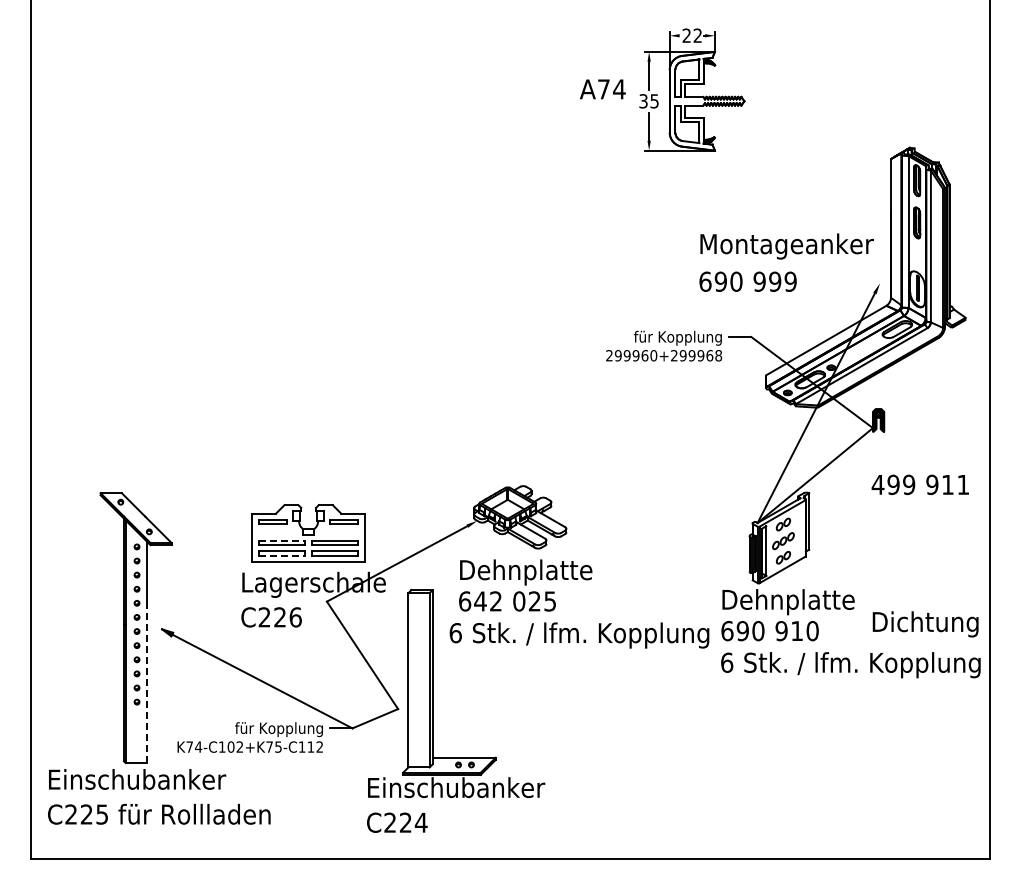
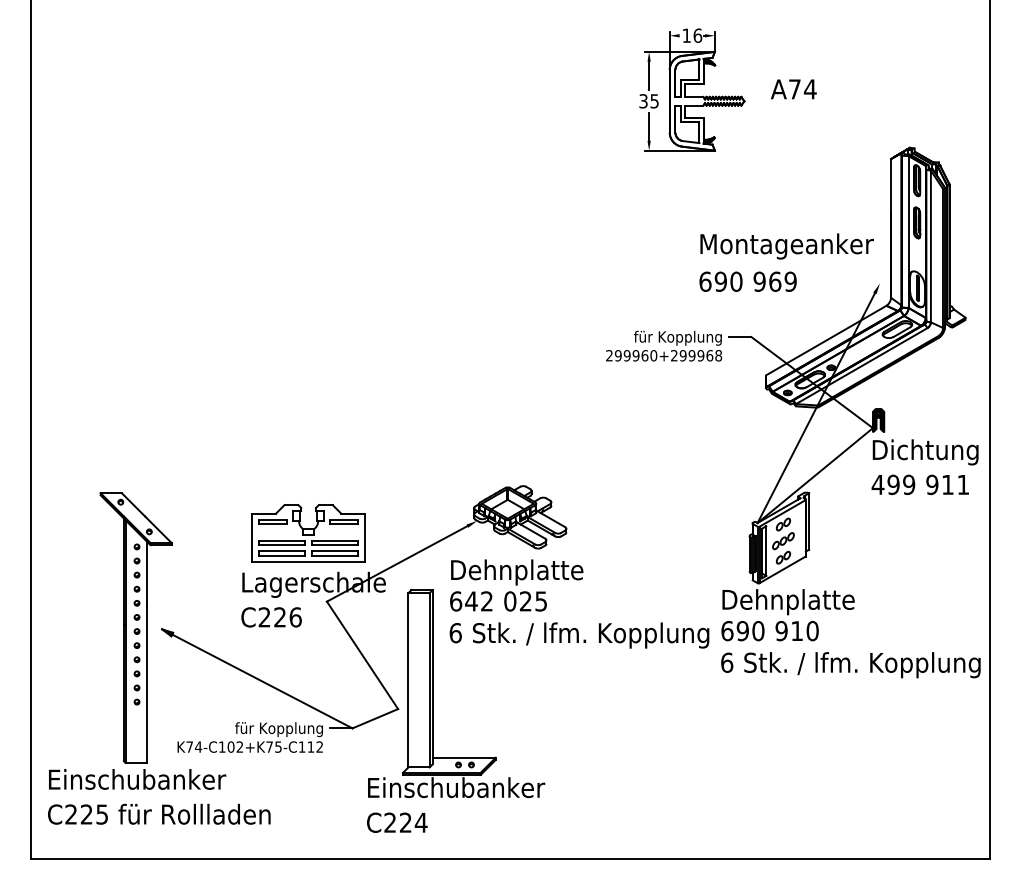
text at (692, 35): 22 -> 16
text at (602, 89) position: (602, 89) -> (793, 89)
text at (775, 281): 999 -> 969
line at (282, 540): dashed -> solid
line at (282, 555): dashed -> solid
text at (525, 585) position: (525, 585) -> (516, 585)
text at (925, 624) position: (925, 624) -> (925, 452)
line at (146, 684): dashed -> solid
